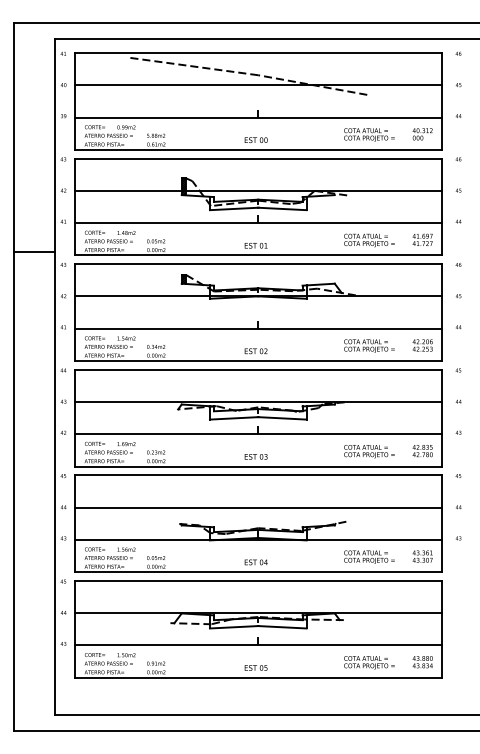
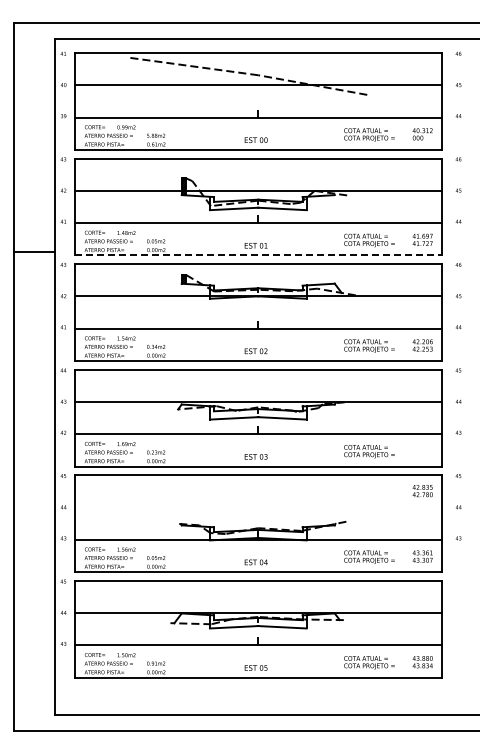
line at (258, 255): solid -> dashed
text at (422, 451) position: (422, 451) -> (422, 491)
line at (257, 507): present -> none
